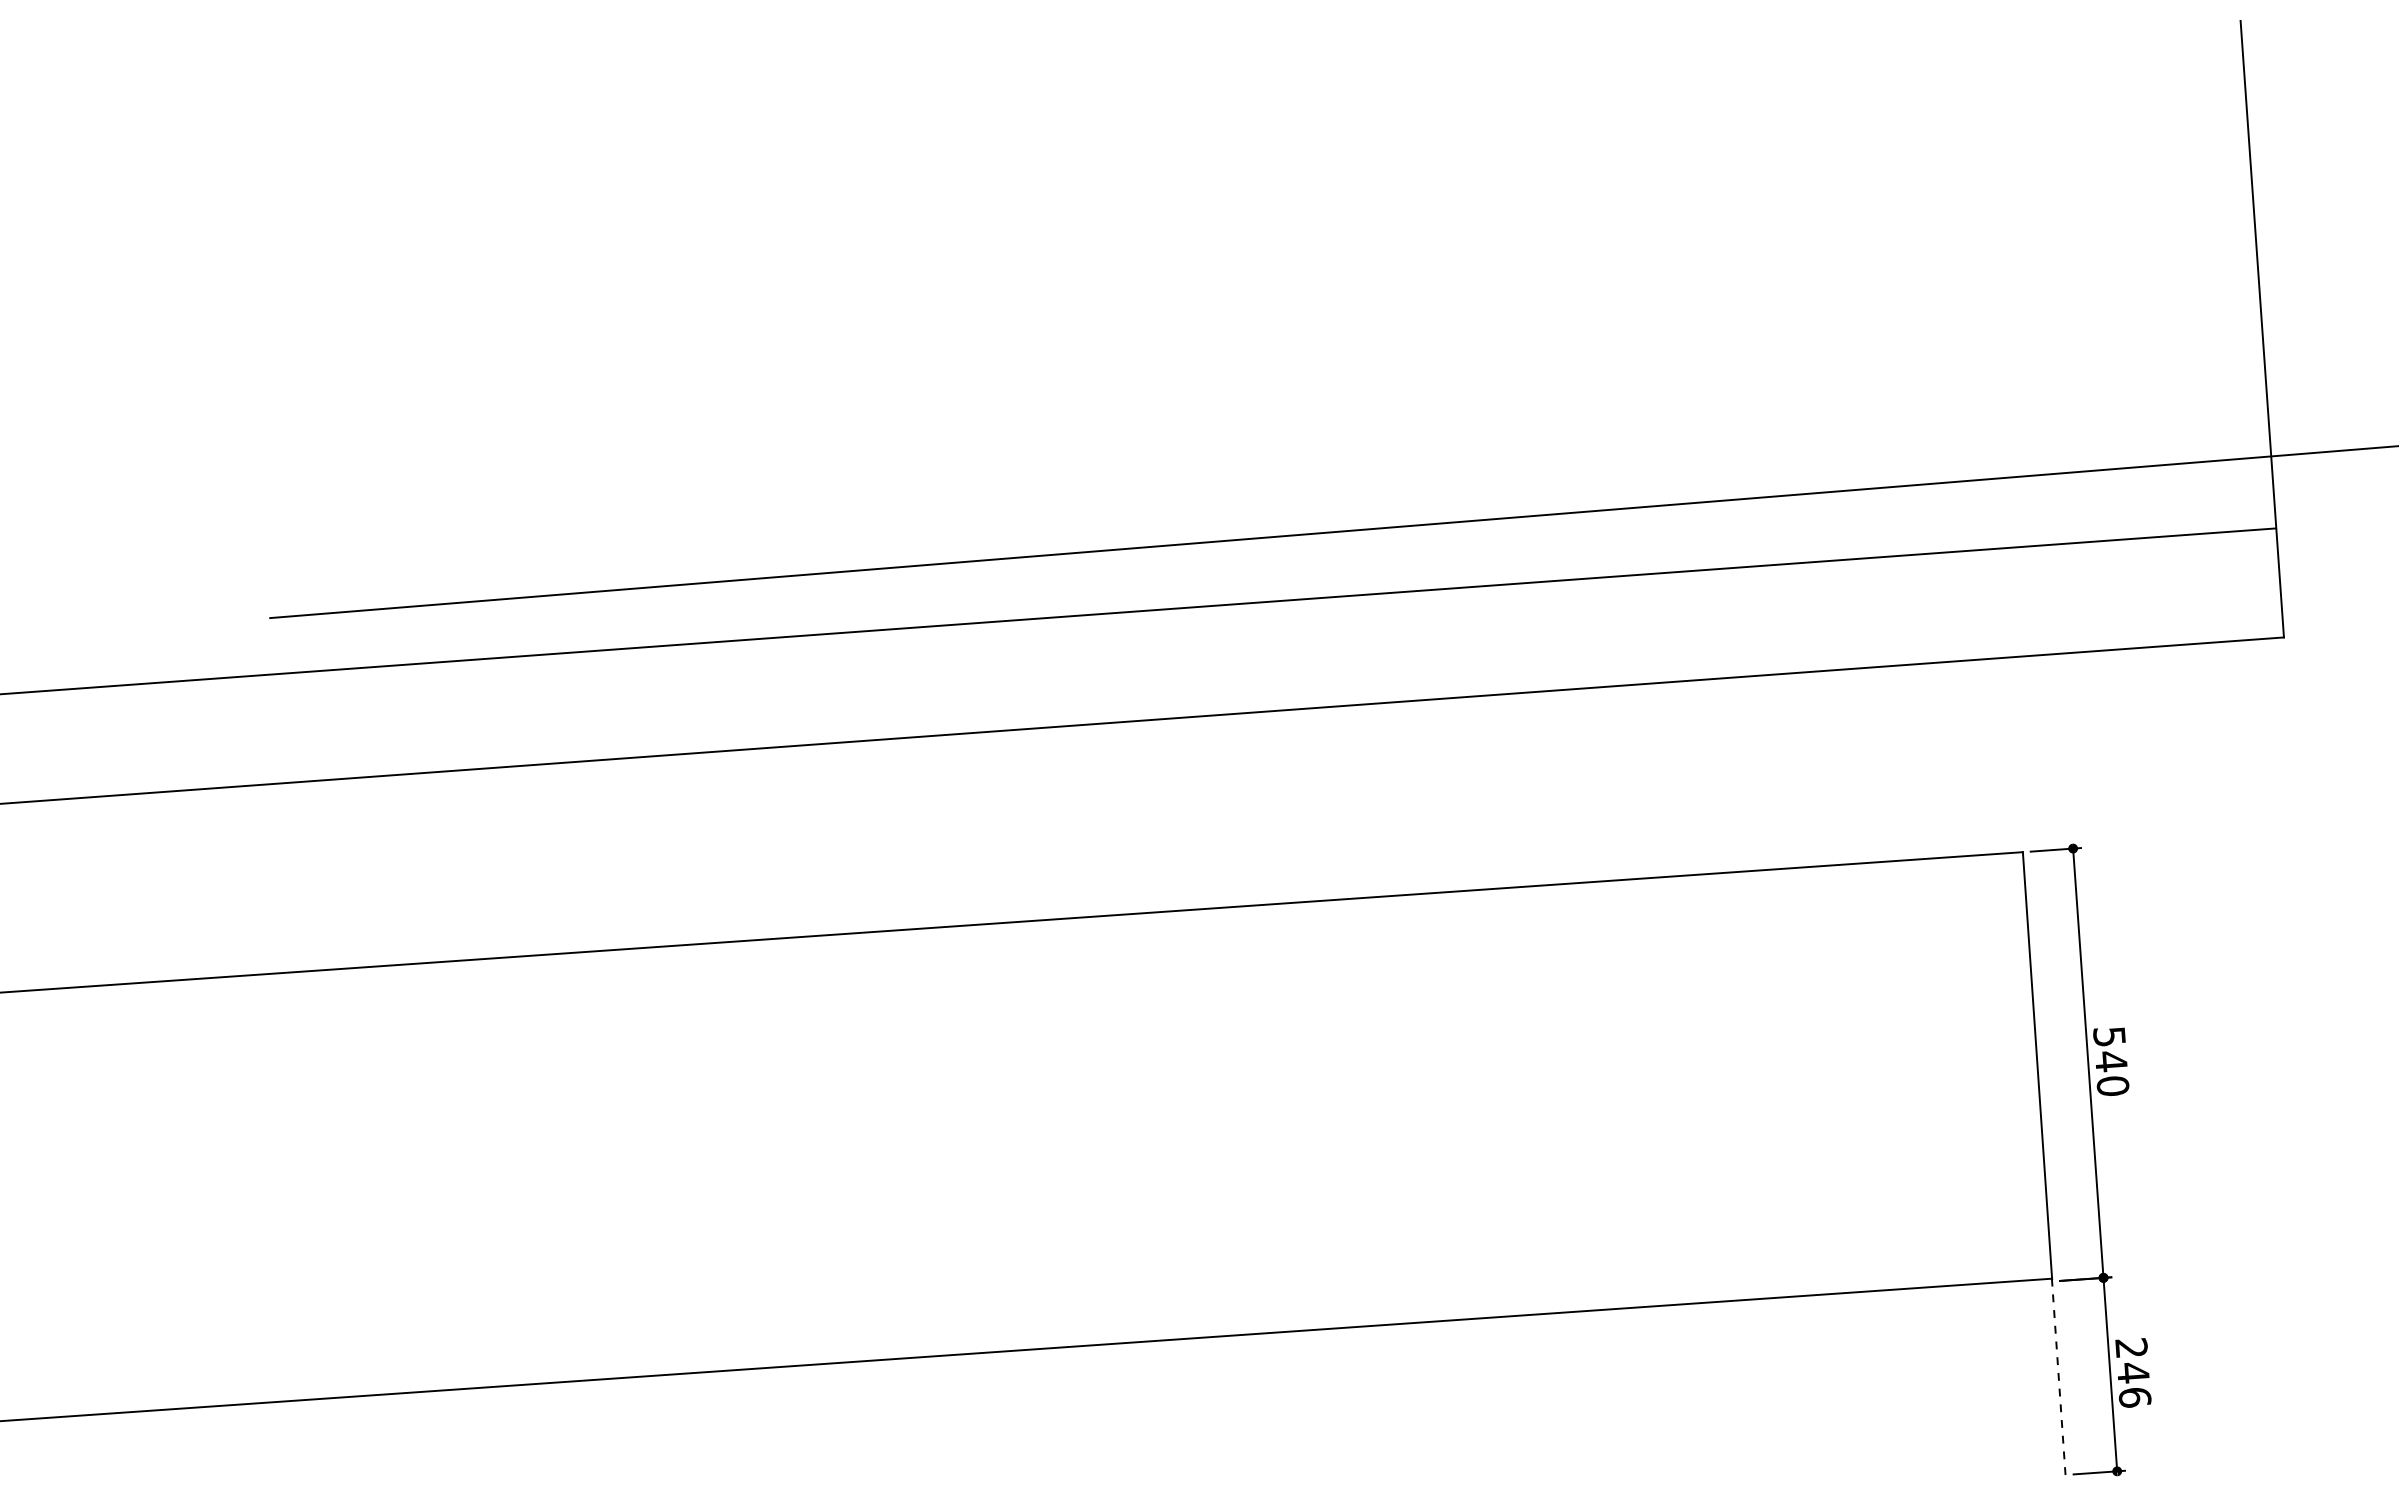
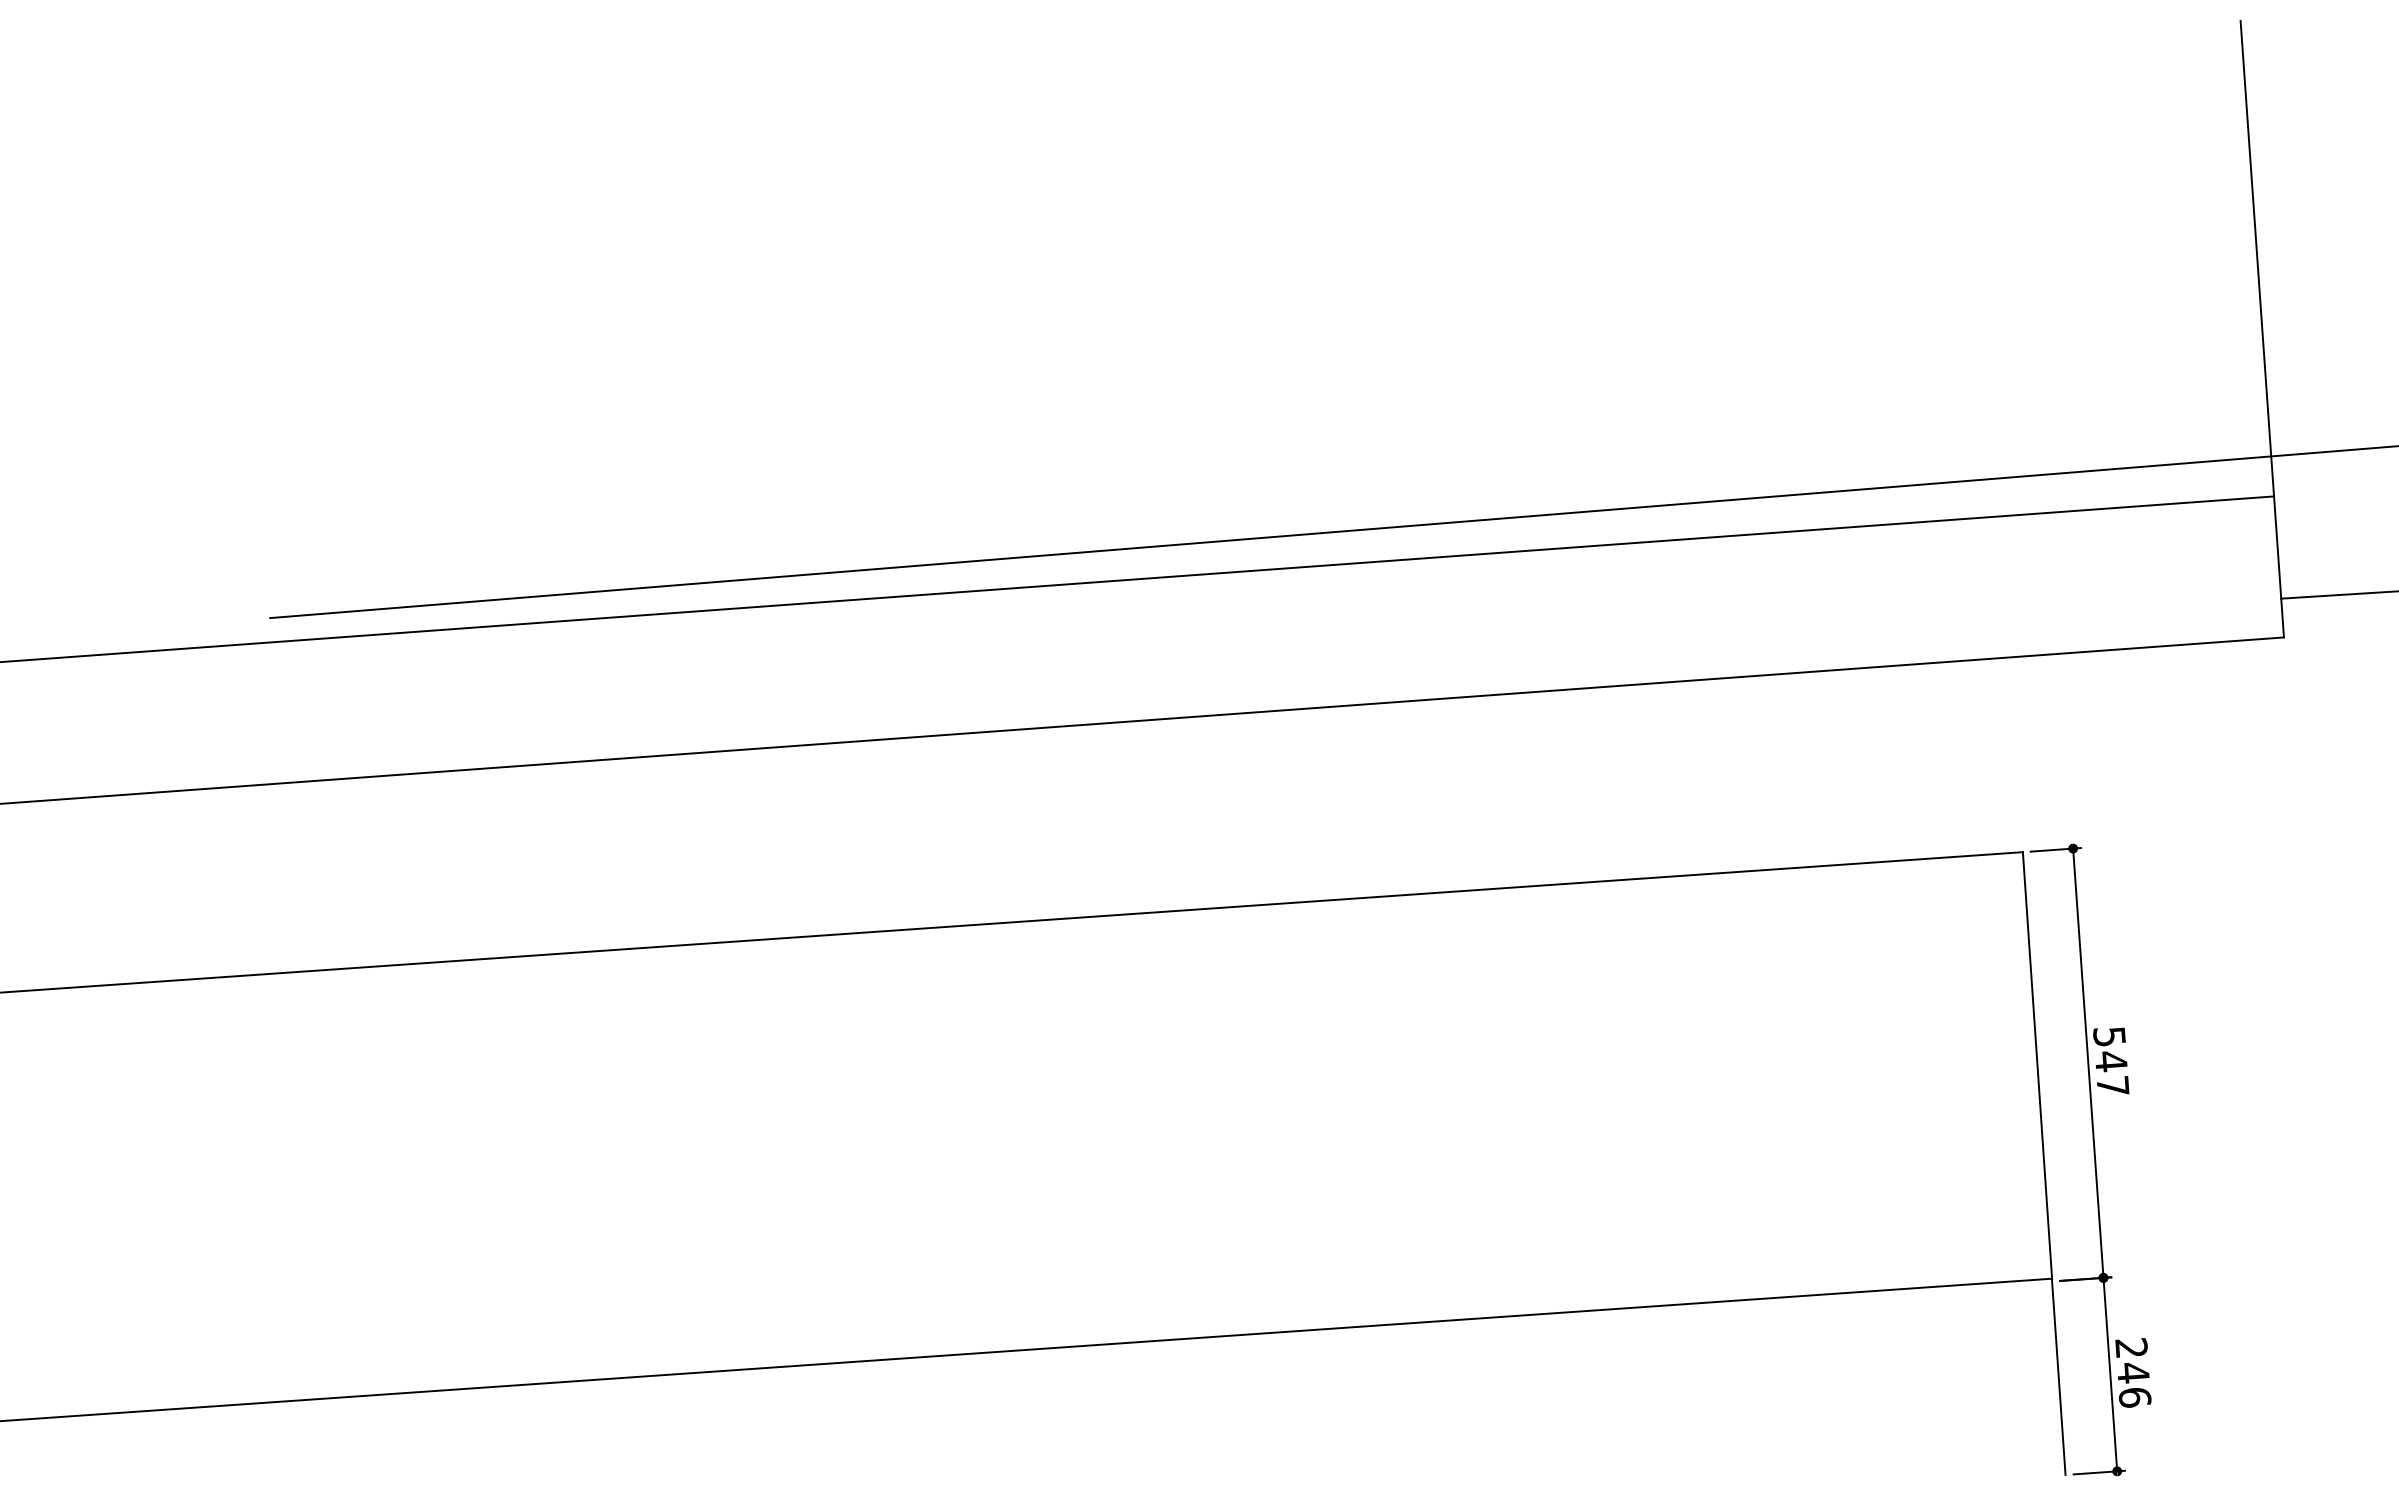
line at (2338, 594): none -> present
line at (1139, 611) position: (1139, 611) -> (1138, 578)
text at (2112, 1085): 540 -> 547
line at (2058, 1377): dashed -> solid
